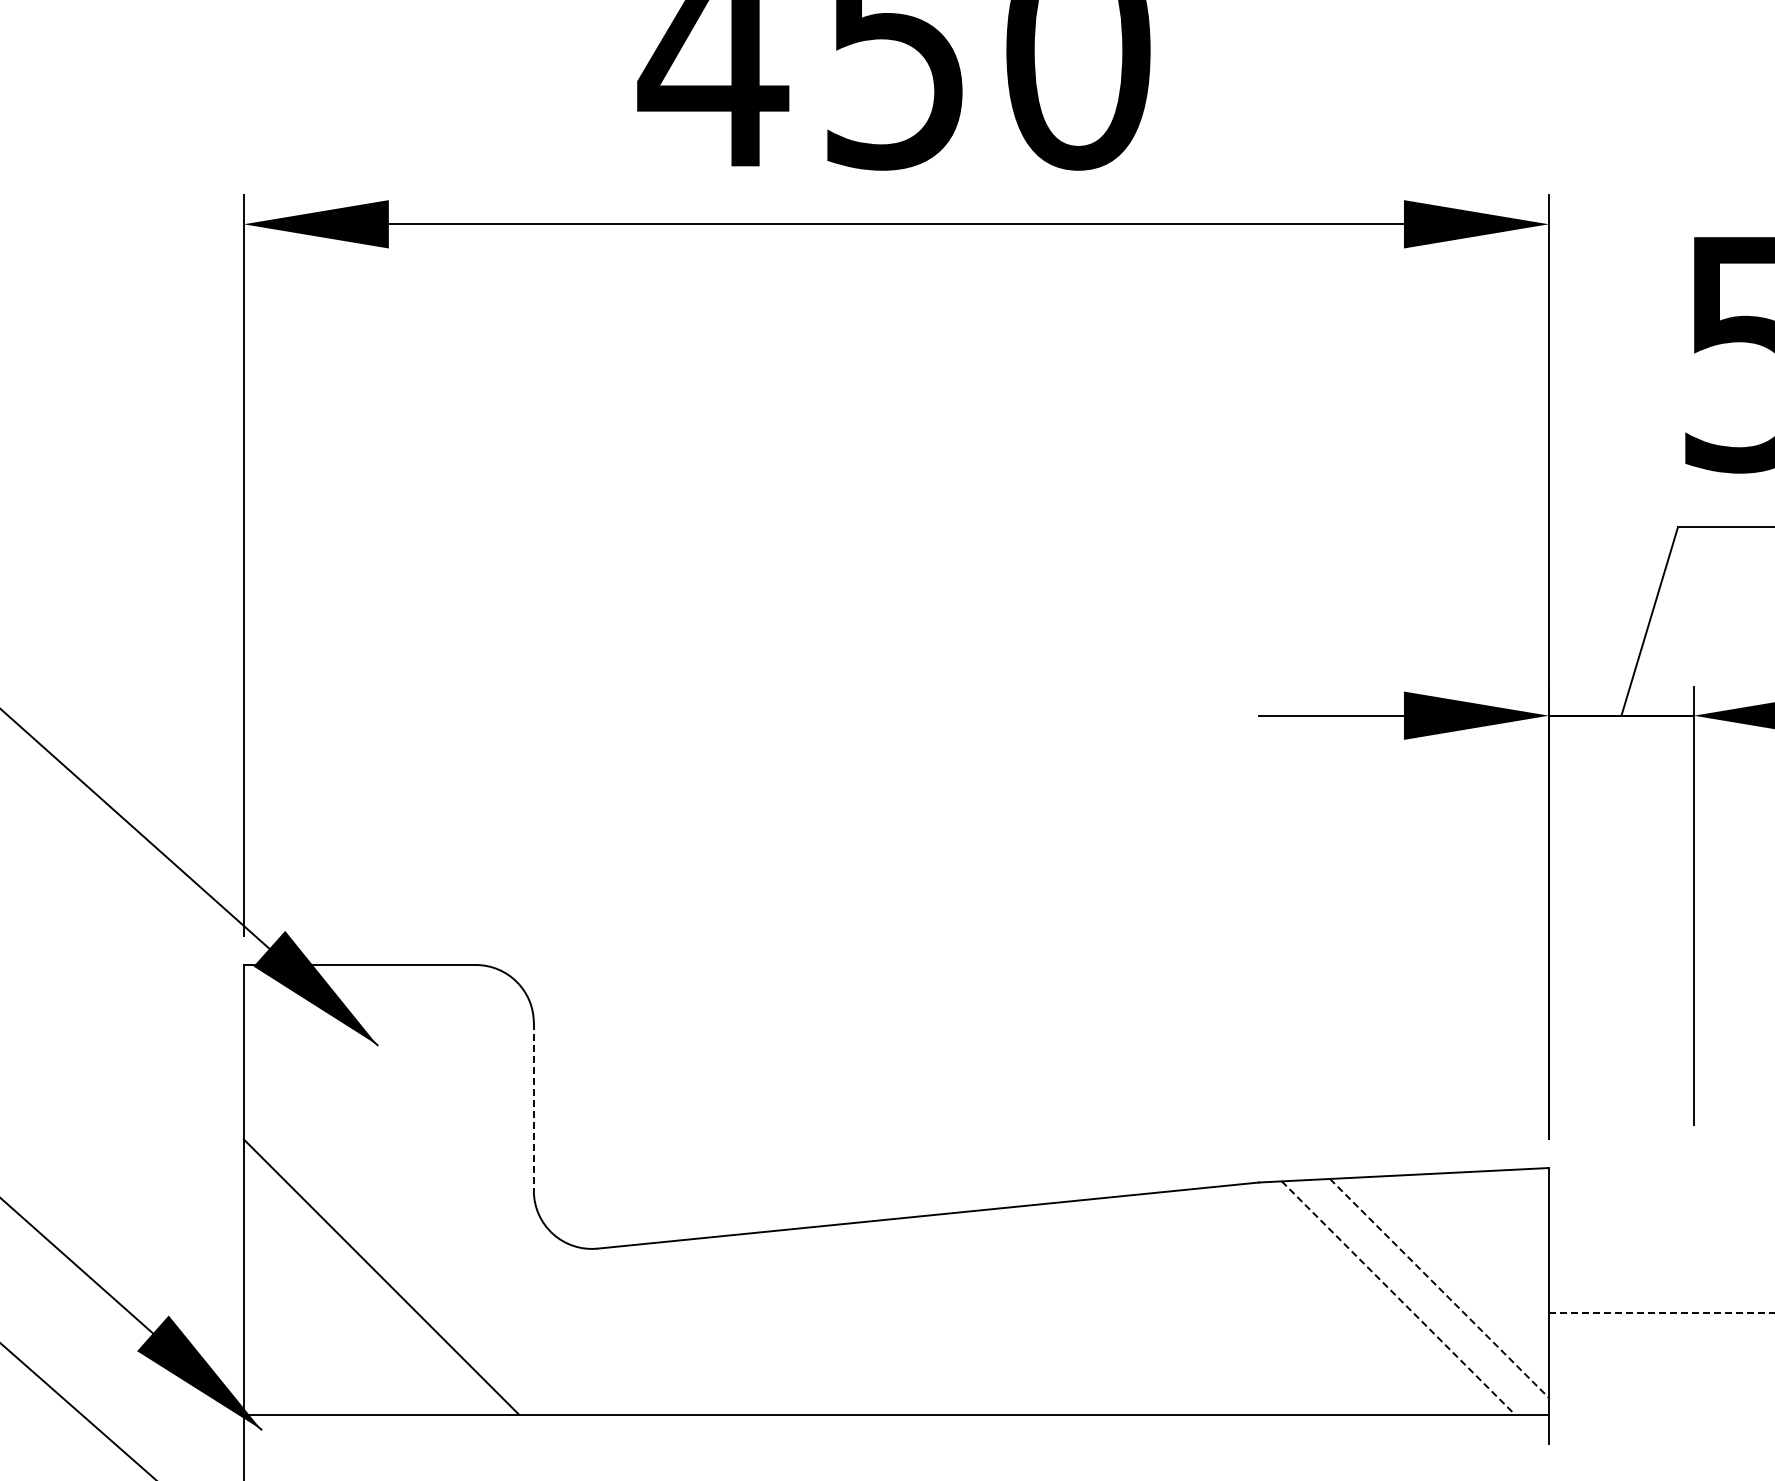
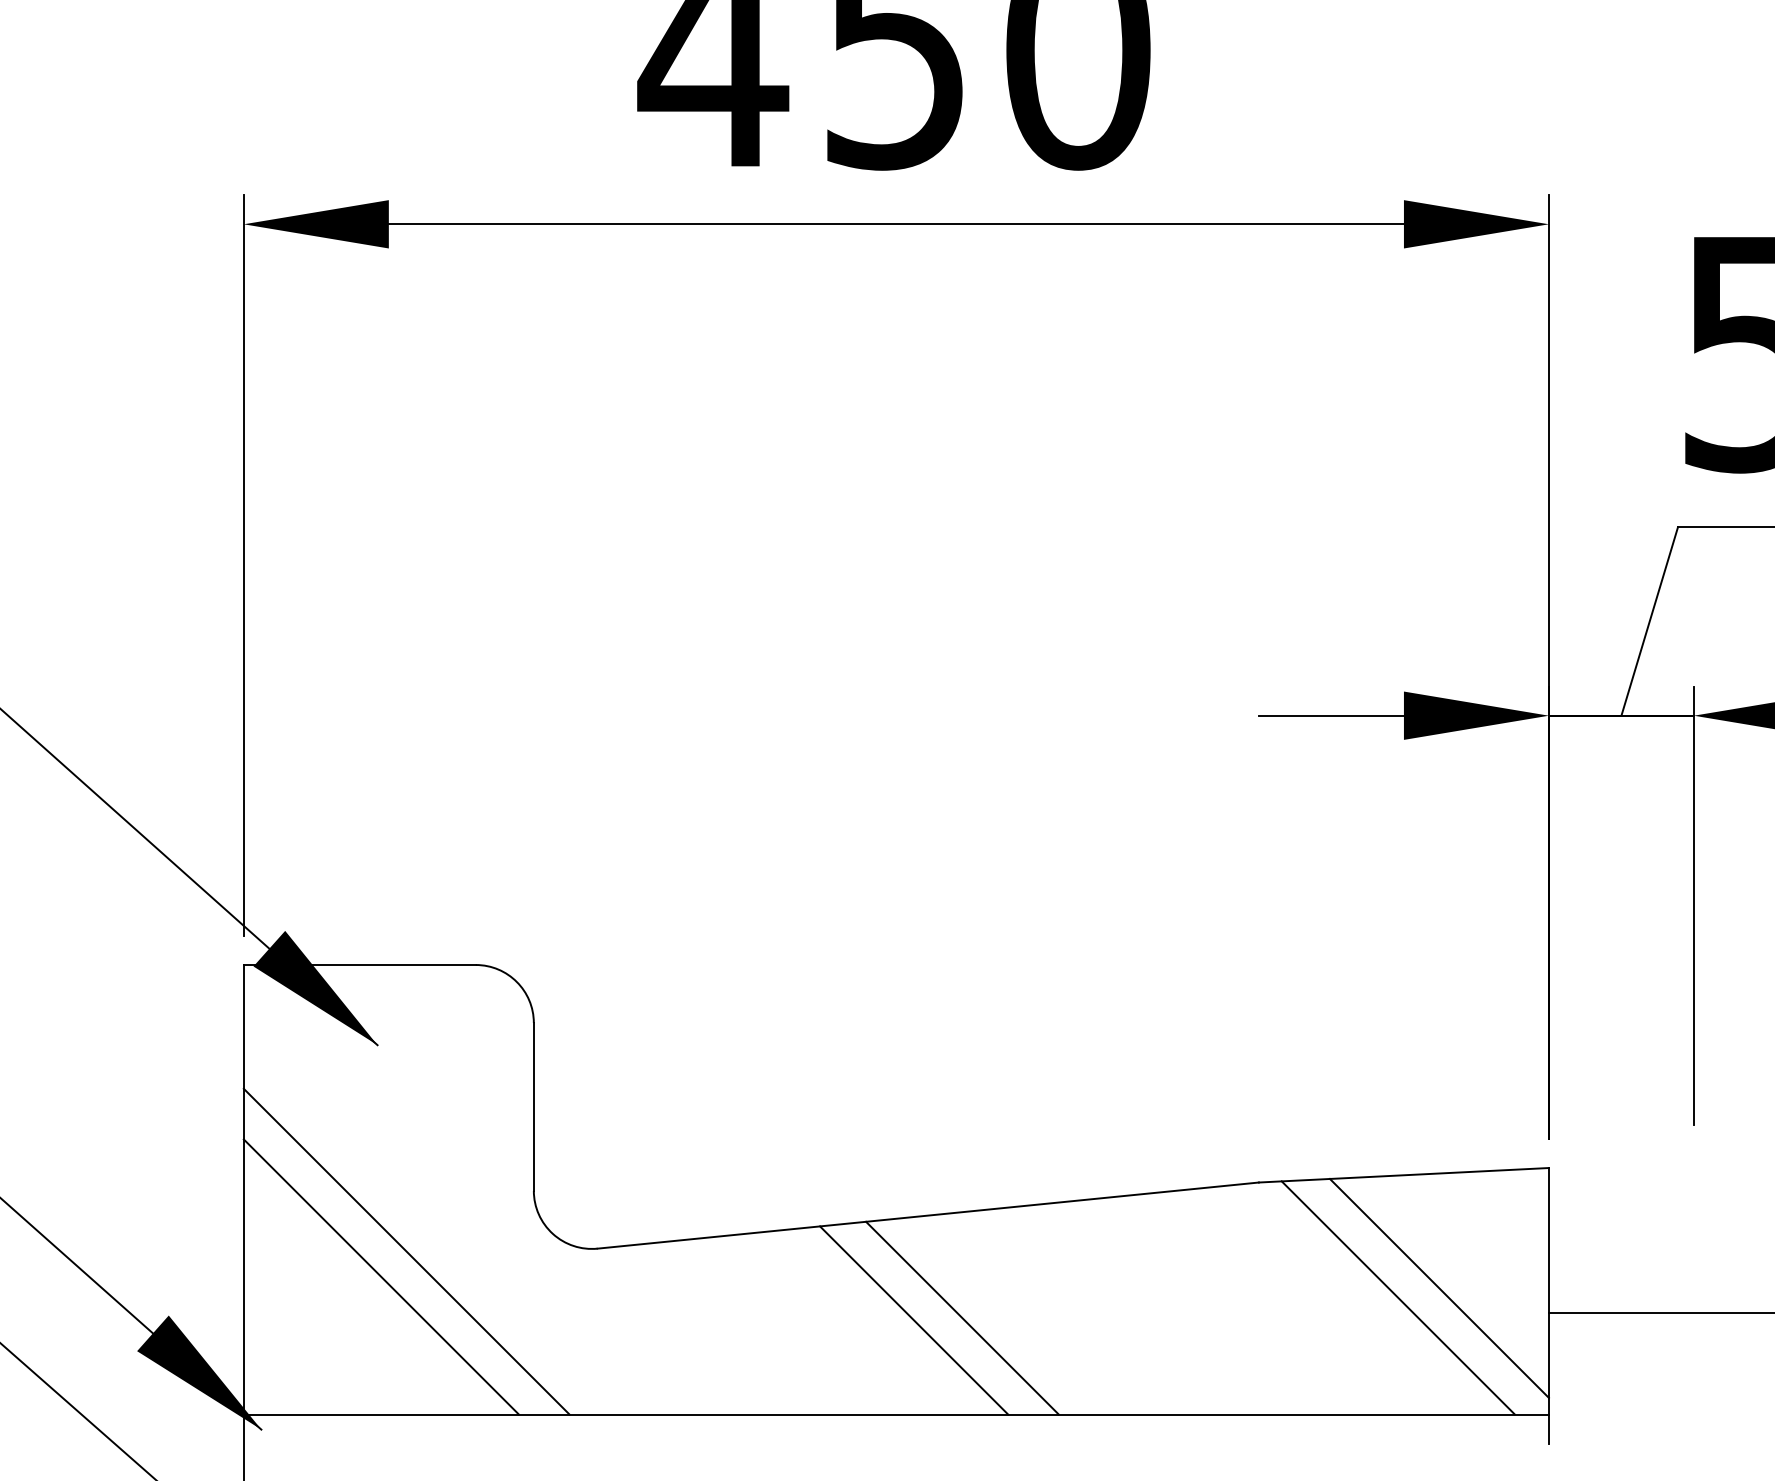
line at (533, 1106): dashed -> solid
line at (406, 1251): none -> present
line at (1439, 1288): dashed -> solid
line at (1398, 1297): dashed -> solid
line at (1661, 1313): dashed -> solid
line at (962, 1317): none -> present
line at (914, 1320): none -> present
